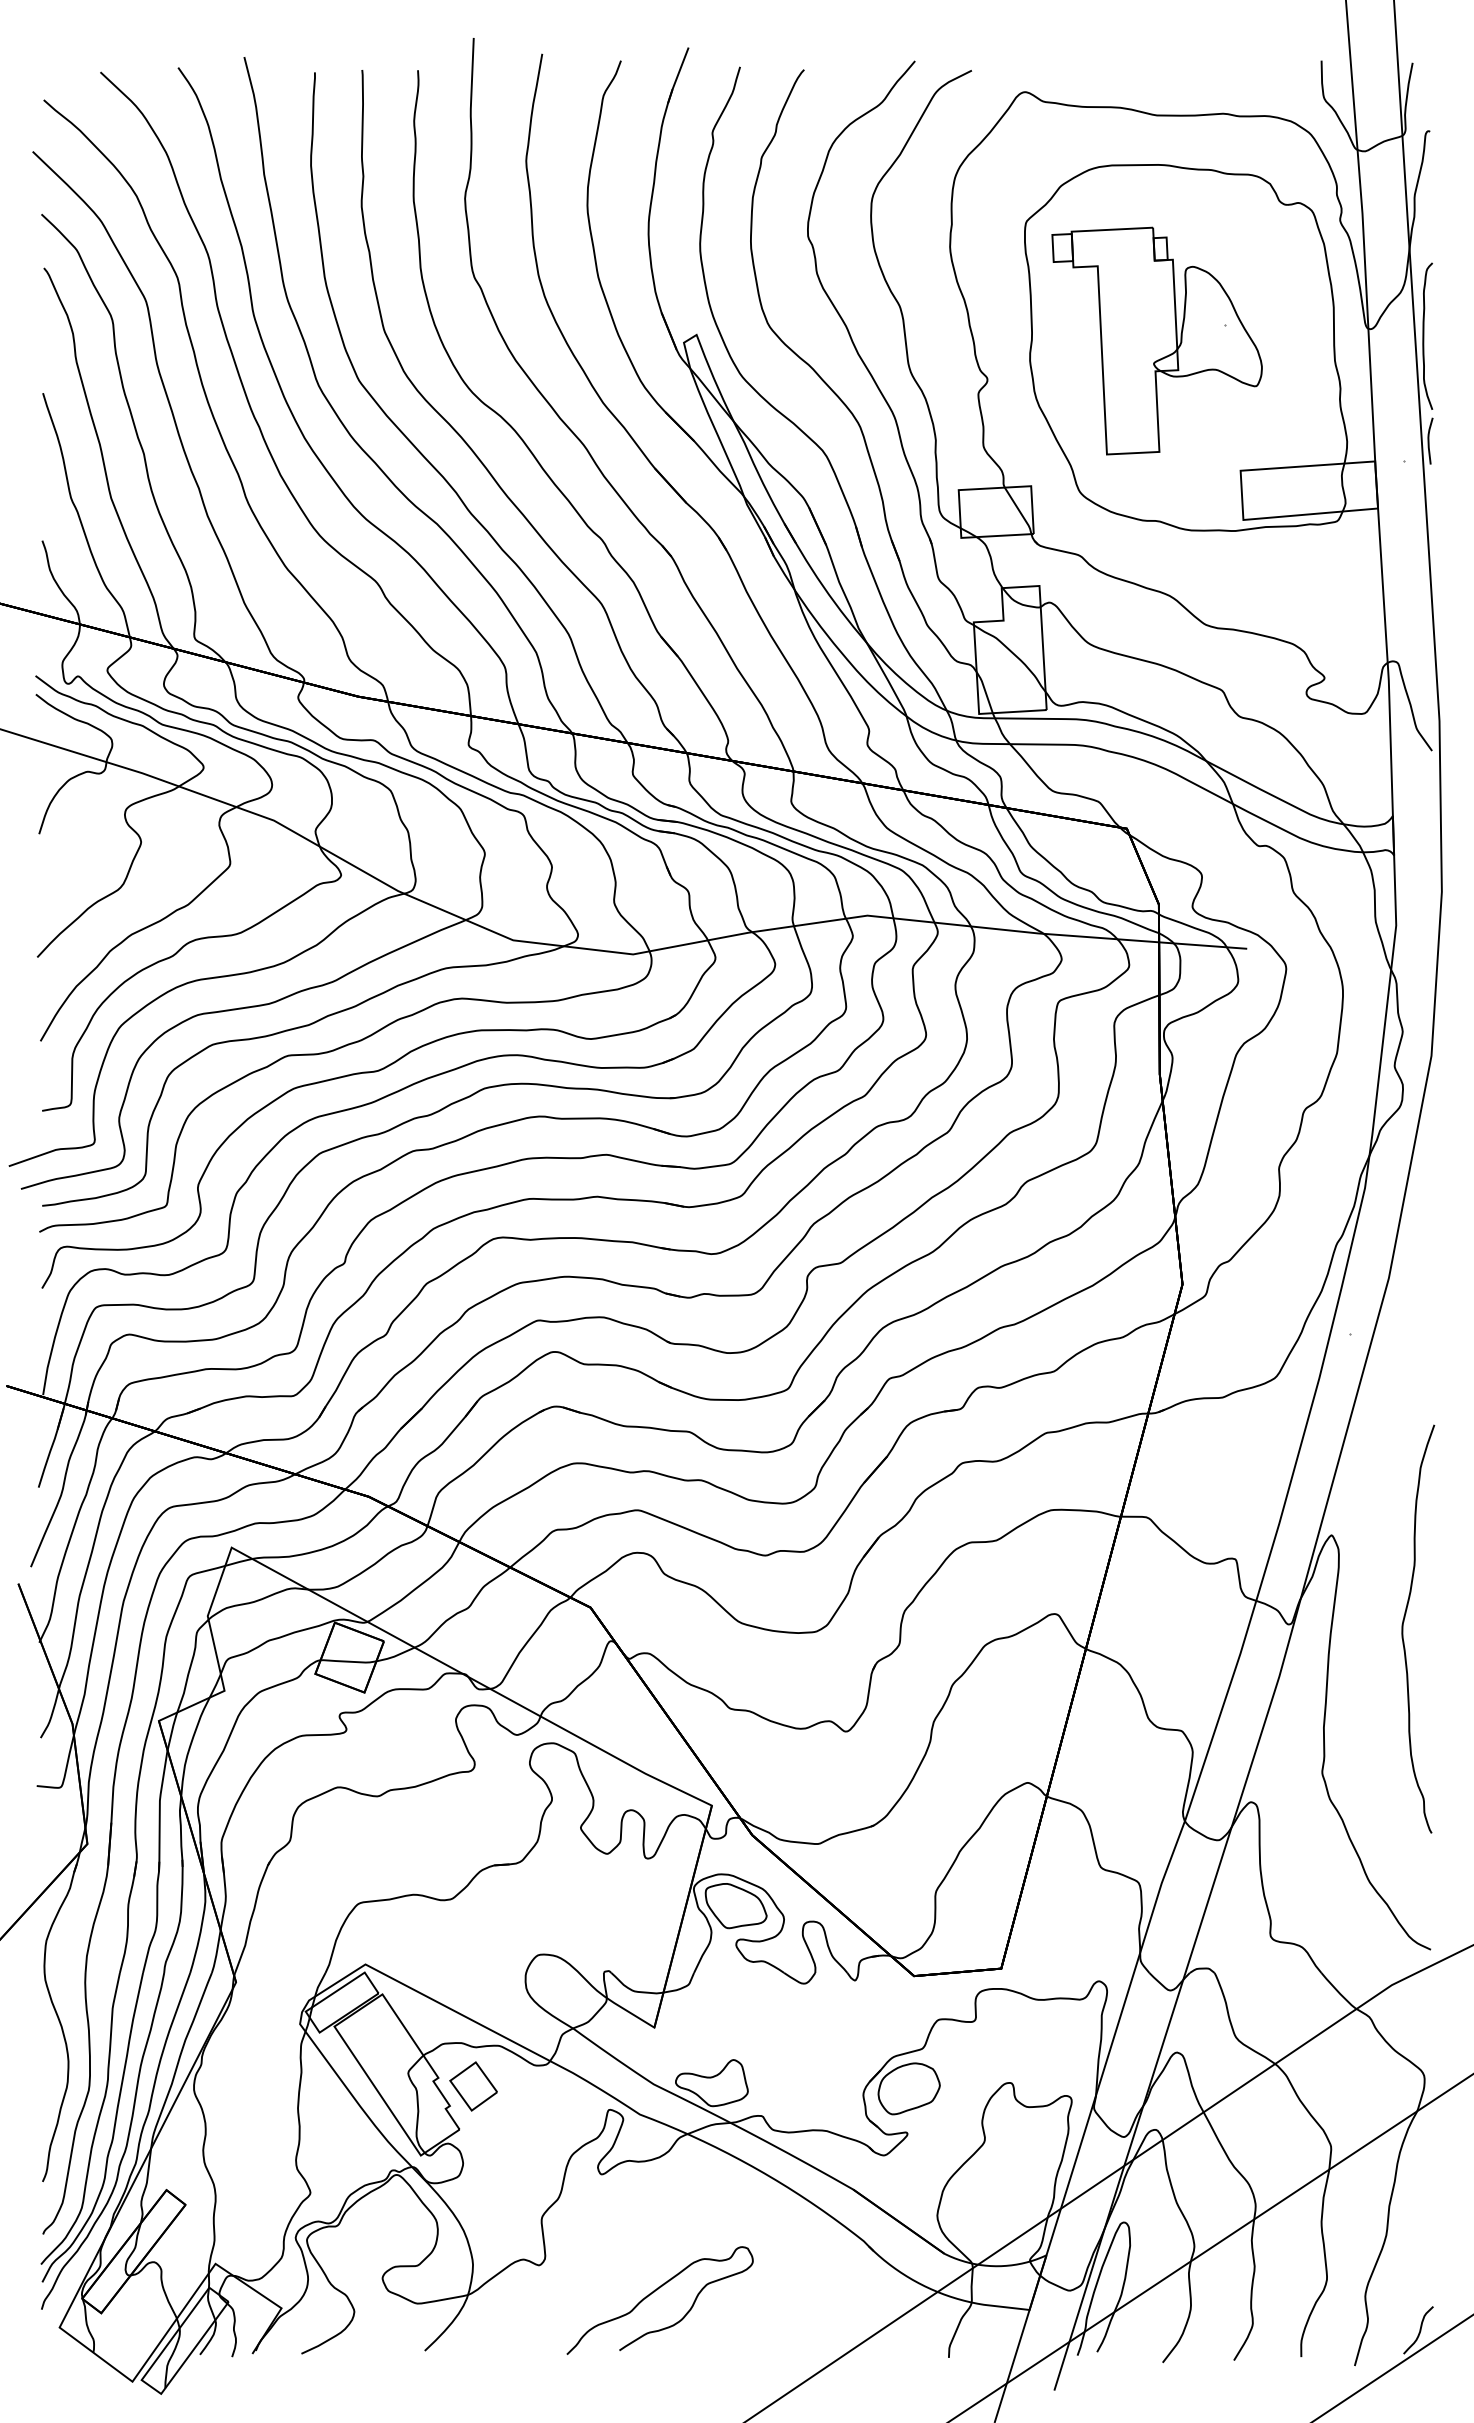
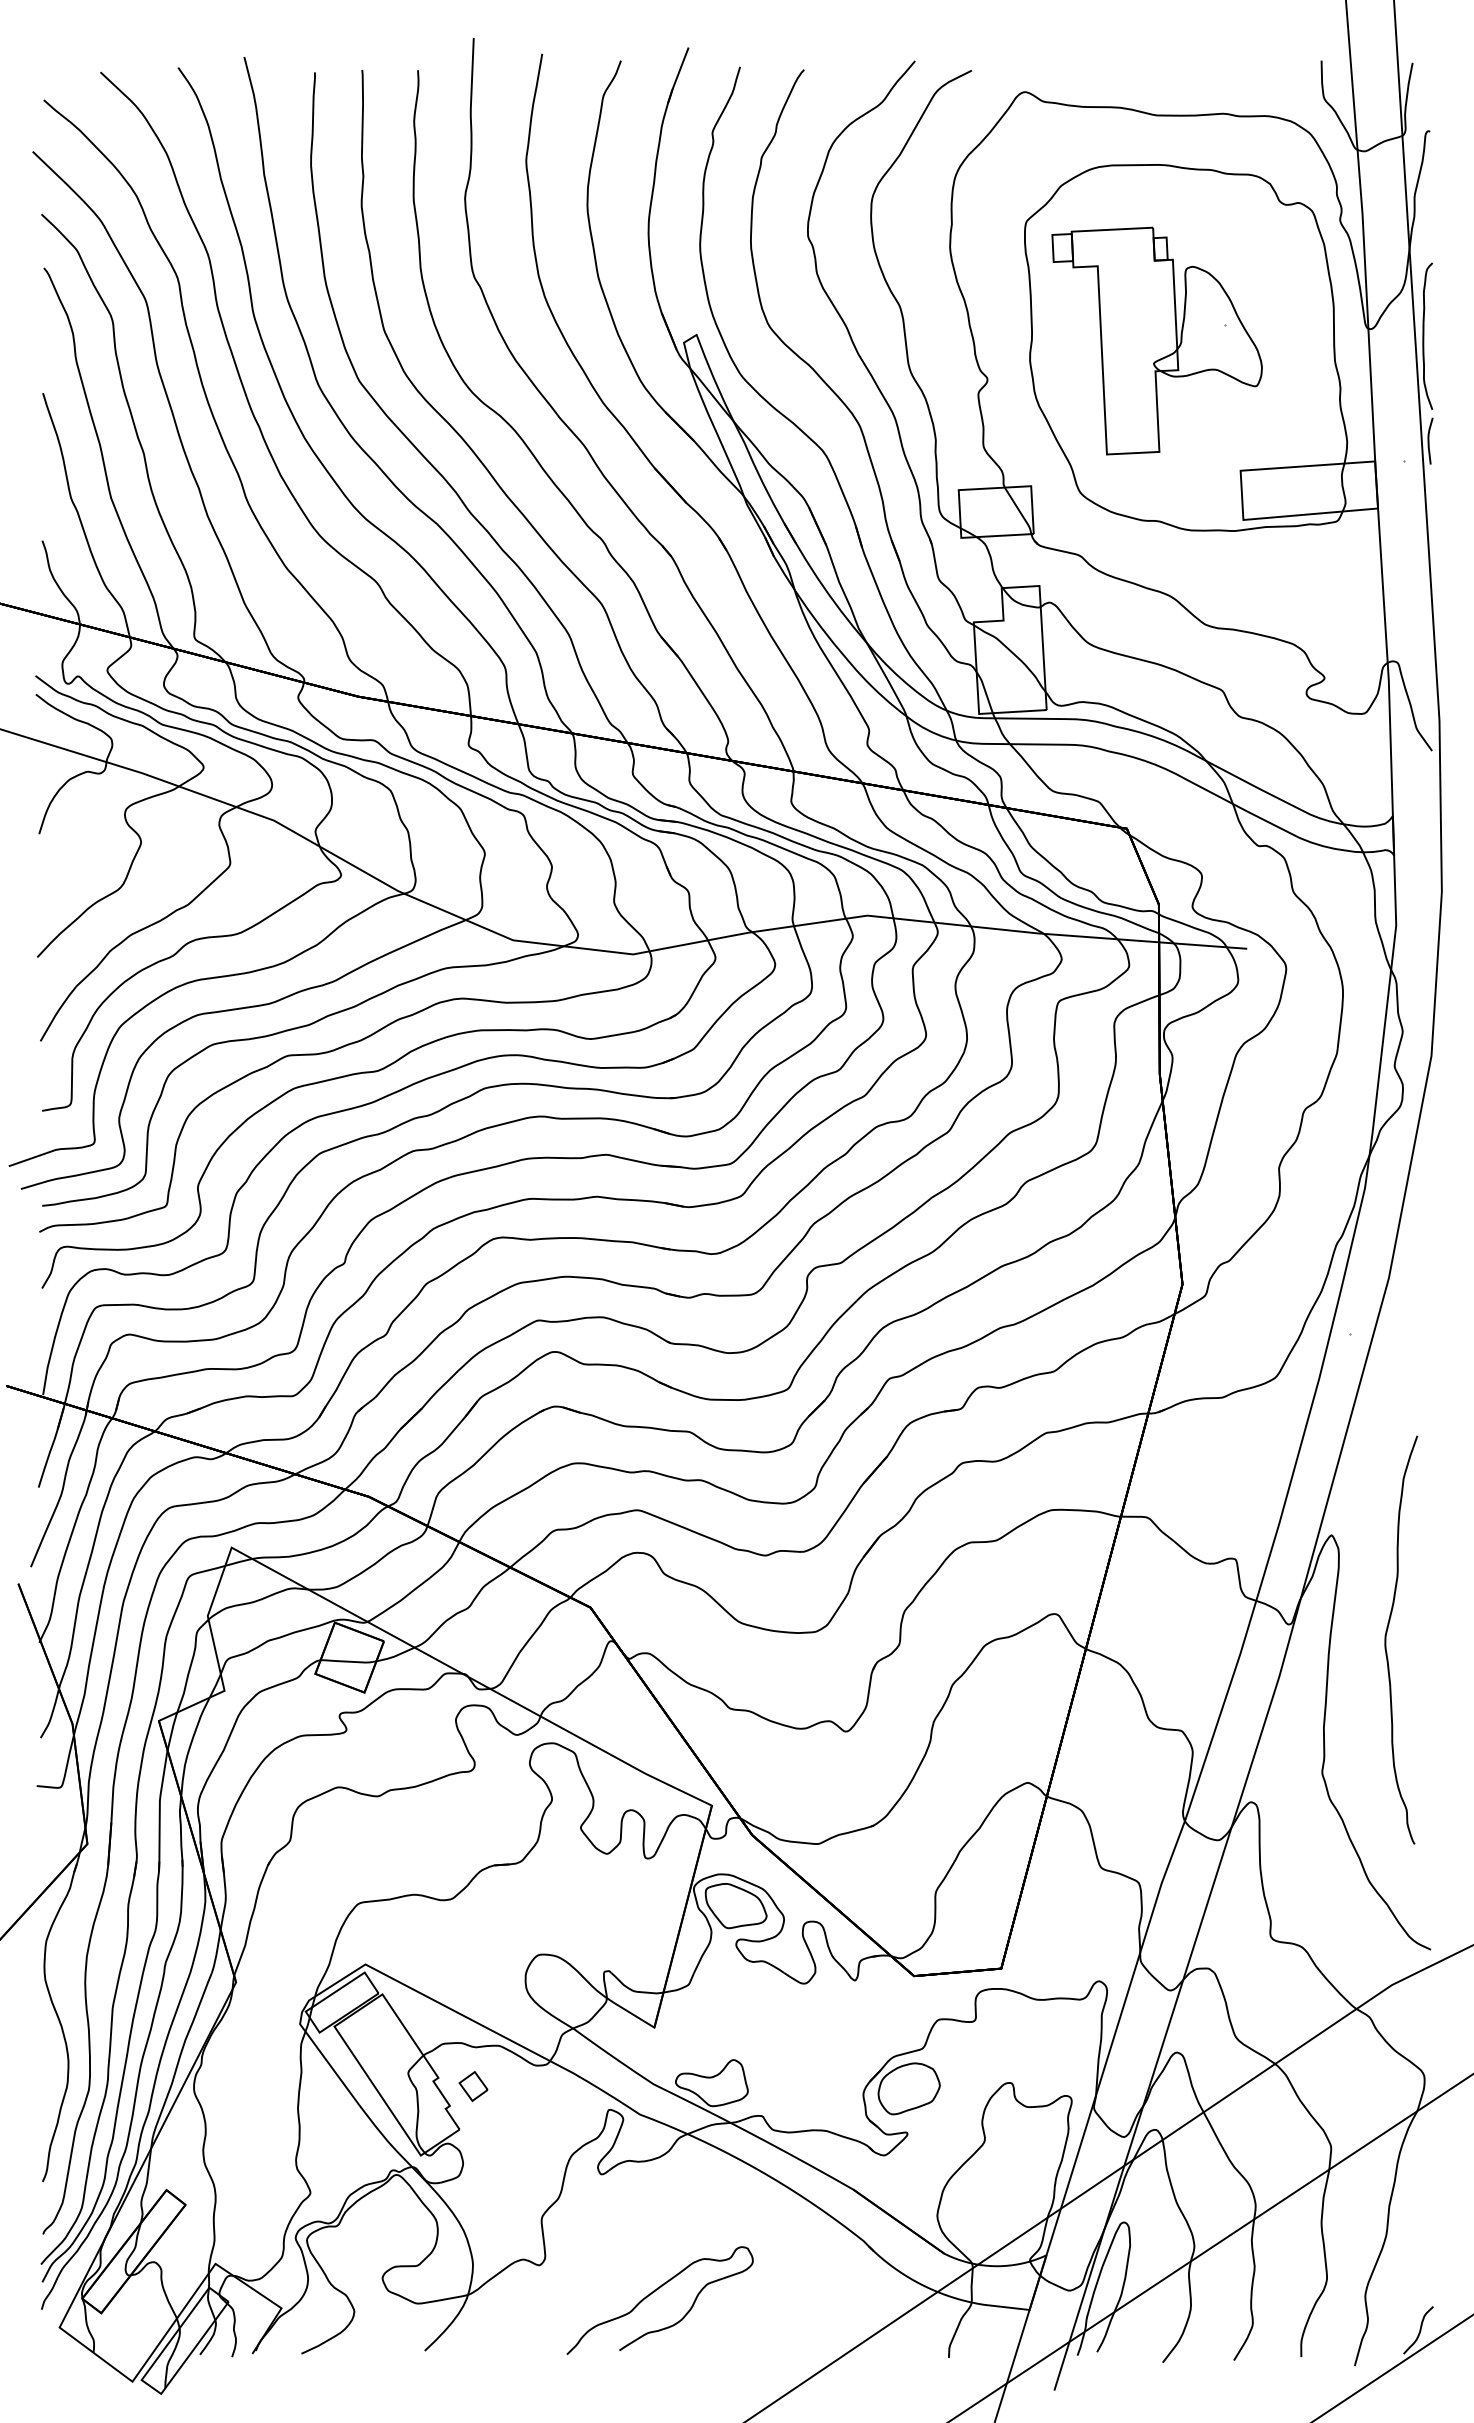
curve at (1403, 1628) position: (1403, 1628) -> (1386, 1639)
part at (473, 2086) size: 49x51 px -> 31x31 px
